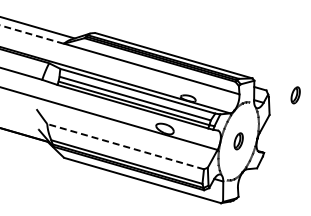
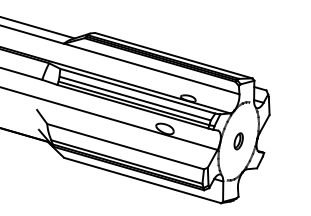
line at (32, 34): dashed -> solid
part at (295, 95): present -> none
line at (125, 146): dashed -> solid
